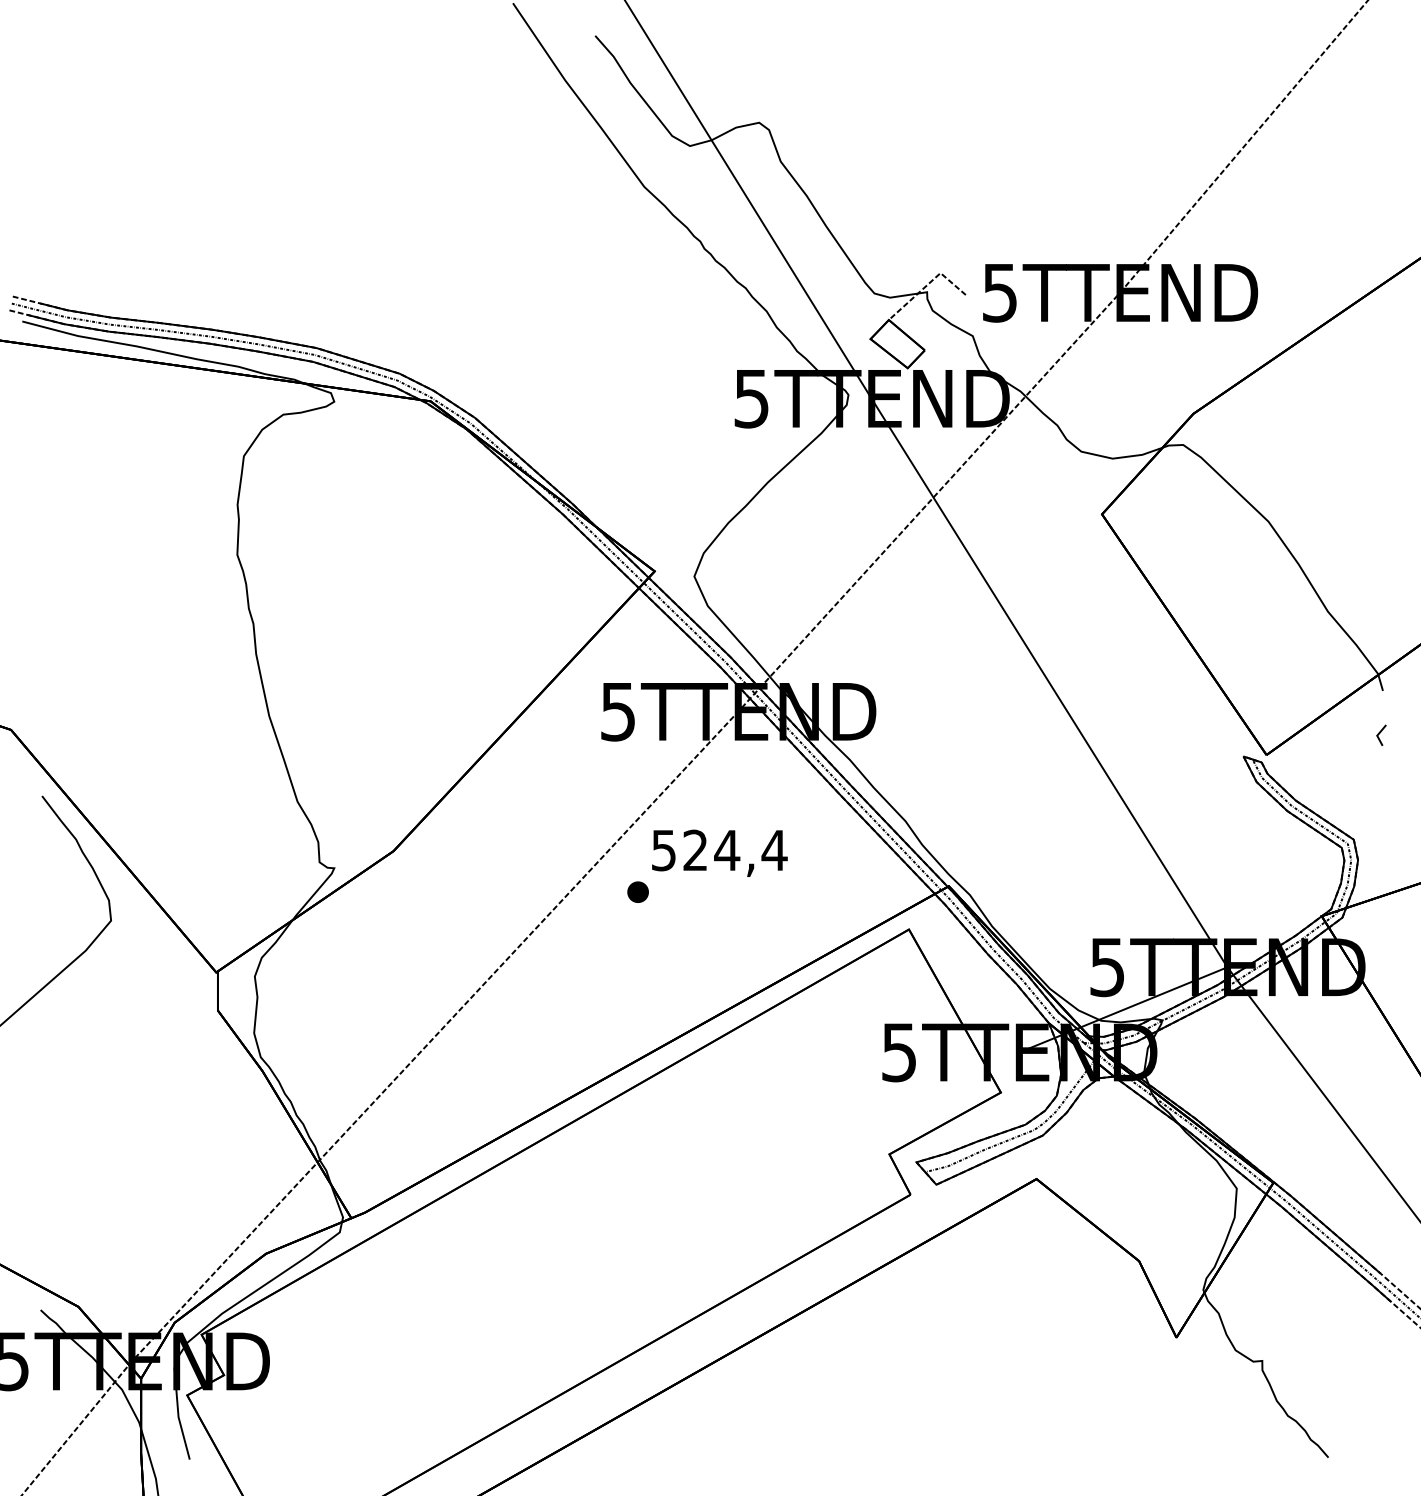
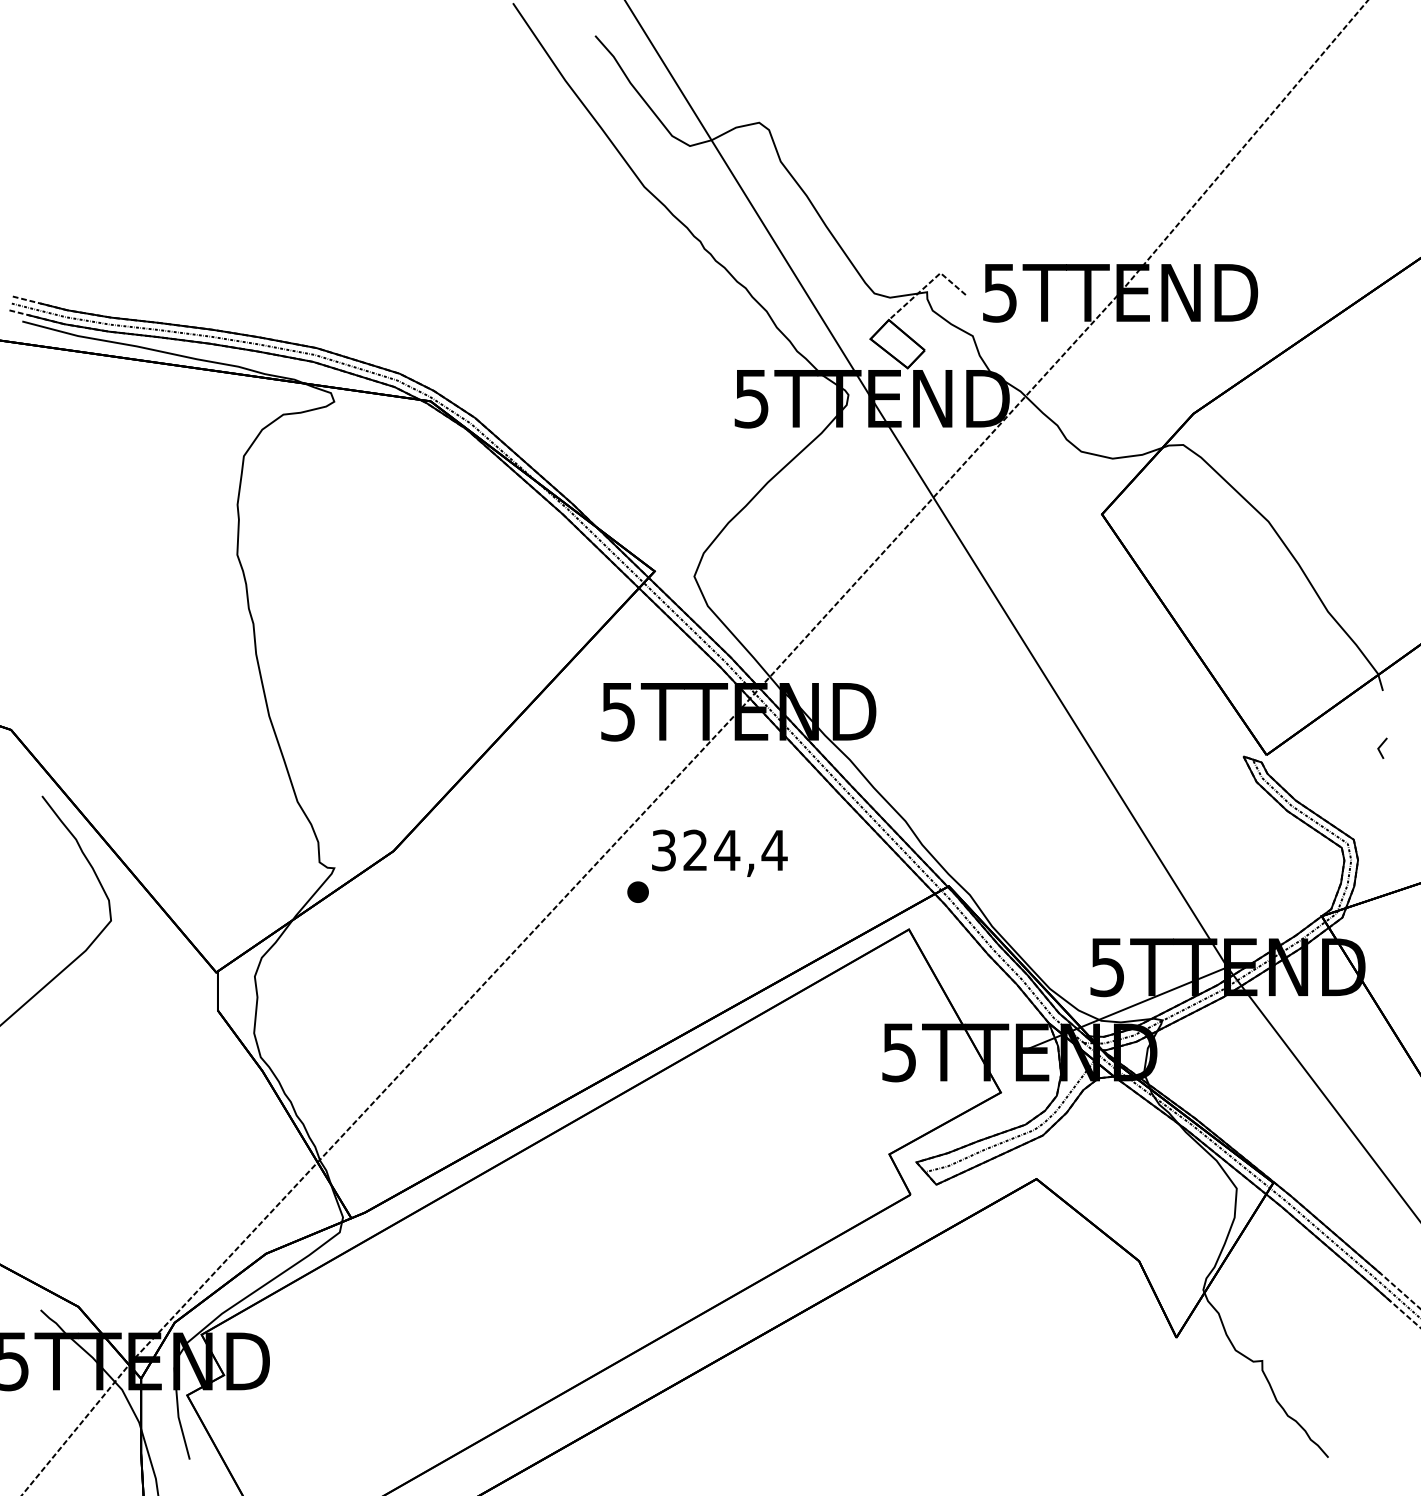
line at (1380, 733) position: (1380, 733) -> (1381, 746)
text at (663, 849): 524,4 -> 324,4
